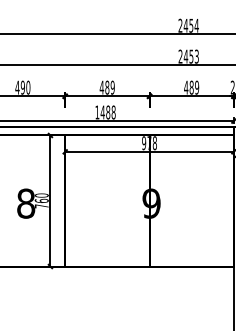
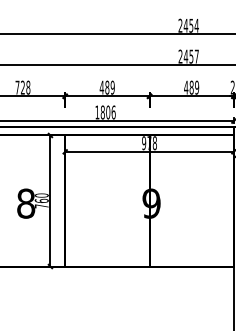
text at (196, 56): 2453 -> 2457
text at (22, 87): 490 -> 728
text at (107, 112): 1488 -> 1806
